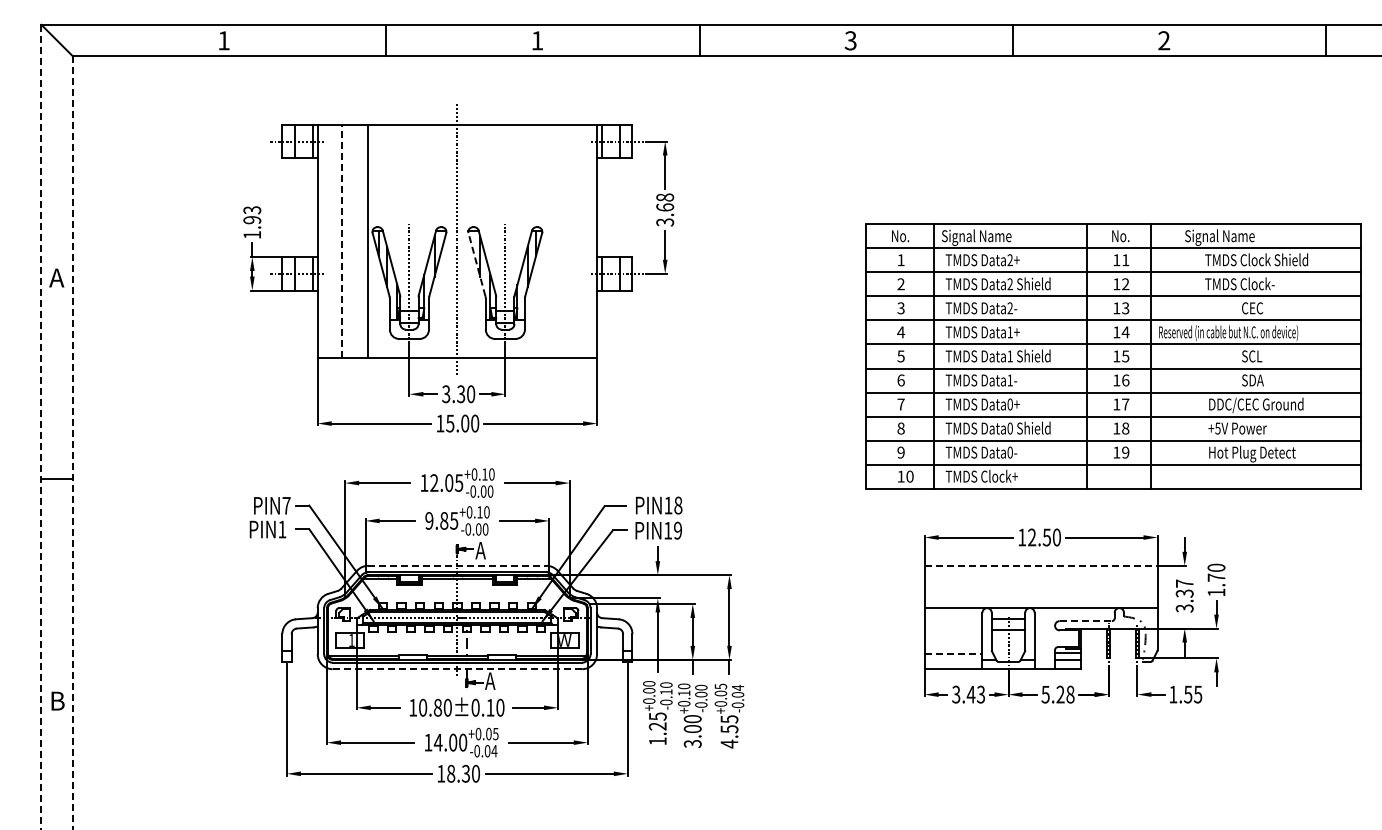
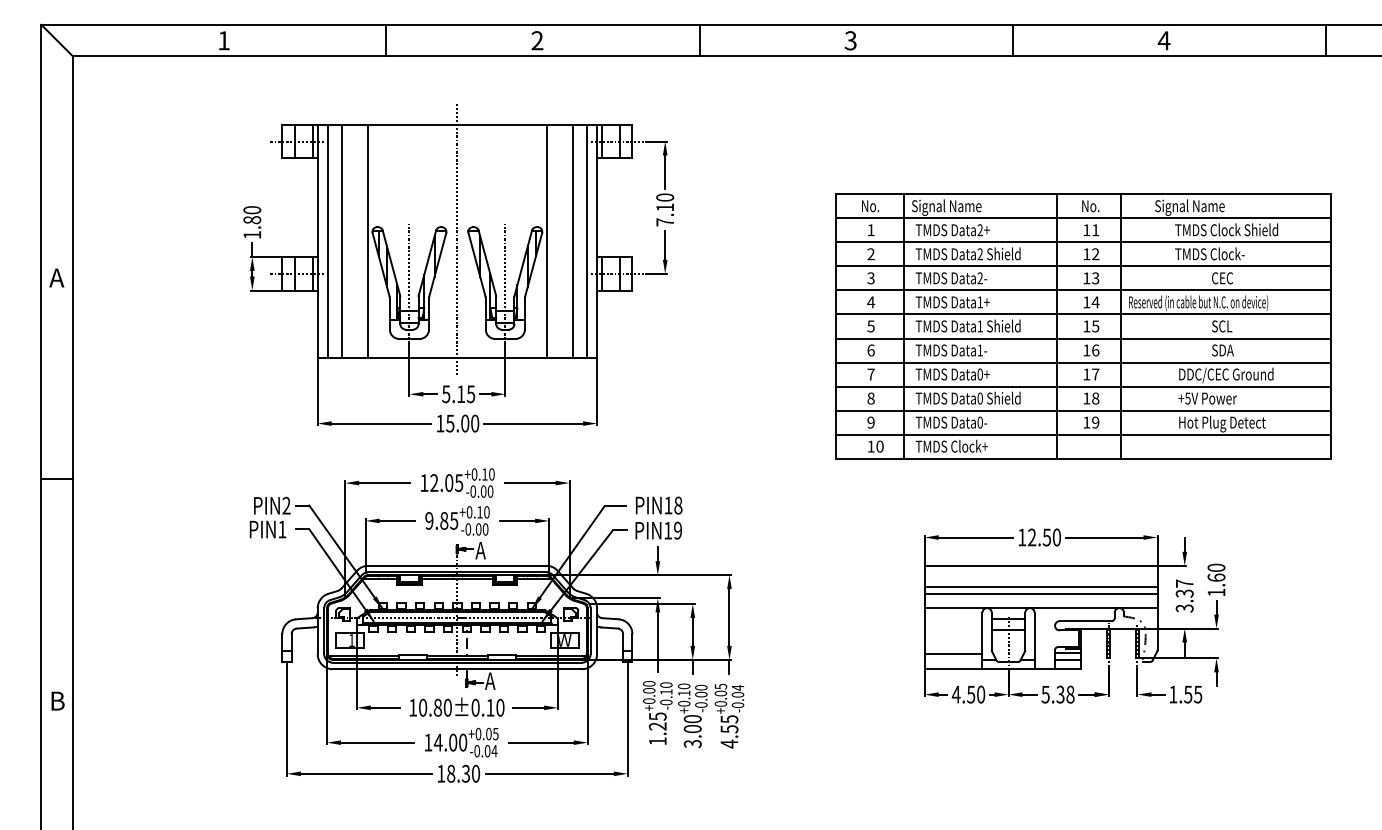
text at (537, 40): 1 -> 2
text at (1163, 40): 2 -> 4
text at (665, 209): 3.68 -> 7.10
text at (252, 215): 1.93 -> 1.80
line at (328, 240): none -> present
line at (341, 240): dashed -> solid
line at (546, 240): none -> present
line at (573, 240): none -> present
line at (586, 240): none -> present
line at (476, 264): dashed -> solid
part at (1113, 356) position: (1113, 356) -> (1083, 326)
text at (458, 394): 3.30 -> 5.15
line at (41, 427): dashed -> solid
line at (72, 443): dashed -> solid
text at (286, 505): PIN7 -> PIN2
line at (457, 565): dashed -> solid
line at (1041, 565): dashed -> solid
text at (1216, 577): 1.70 -> 1.60
line at (1040, 587): none -> present
line at (1040, 593): none -> present
line at (1086, 621): dashed -> solid
line at (953, 654): dashed -> solid
line at (457, 669): dashed -> solid
text at (968, 694): 3.43 -> 4.50
text at (1060, 694): 5.28 -> 5.38
